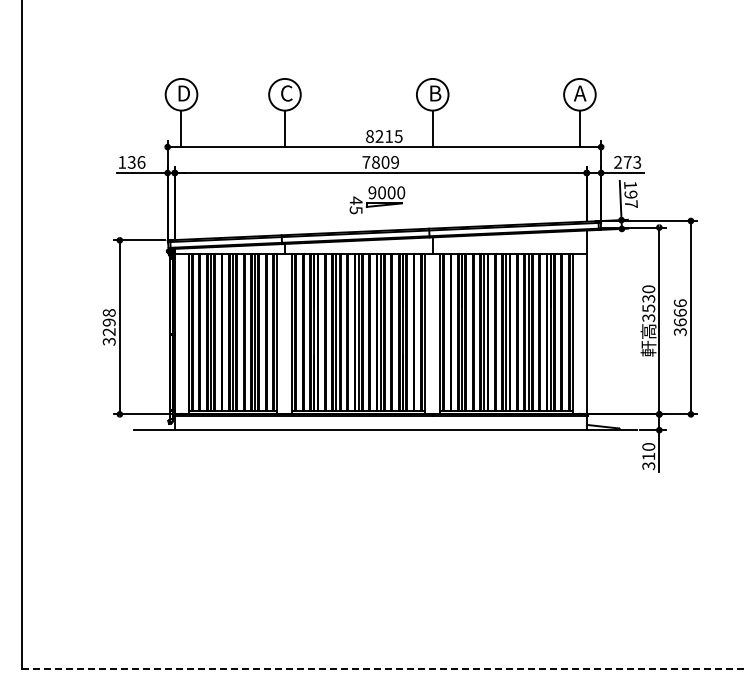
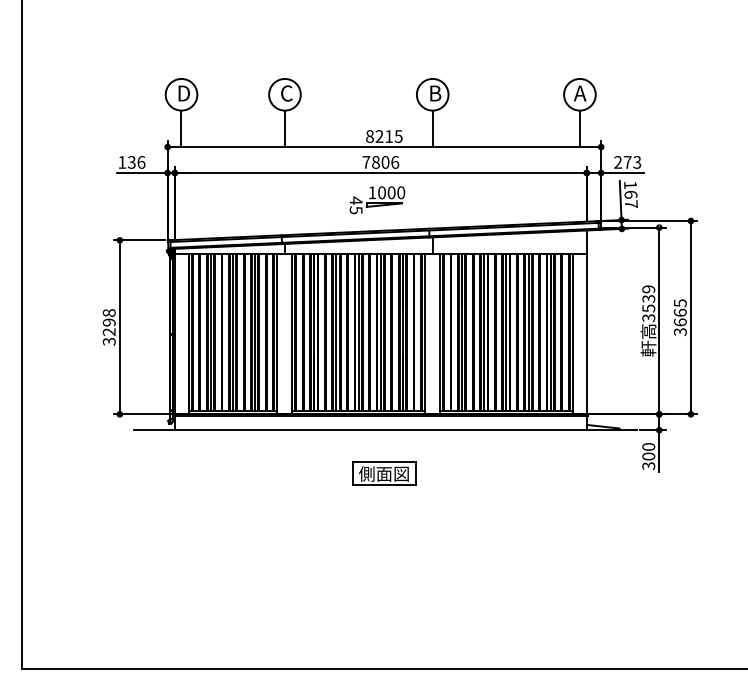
text at (395, 162): 7809 -> 7806
text at (372, 192): 9000 -> 1000
text at (630, 194): 197 -> 167
text at (648, 289): 3530 -> 3539
text at (679, 303): 3666 -> 3665
text at (648, 456): 310 -> 300
part at (384, 473): none -> present
line at (385, 669): dashed -> solid
